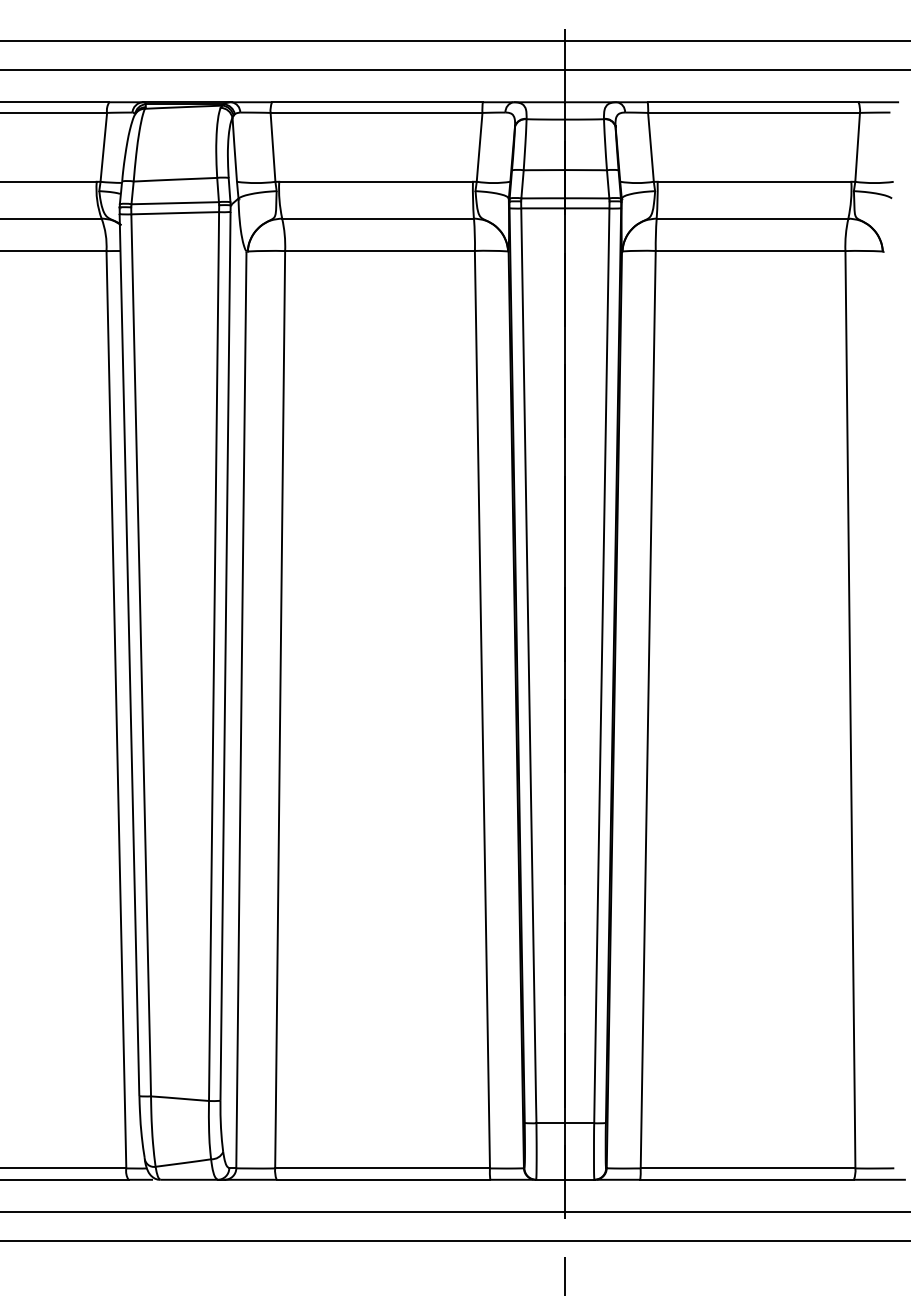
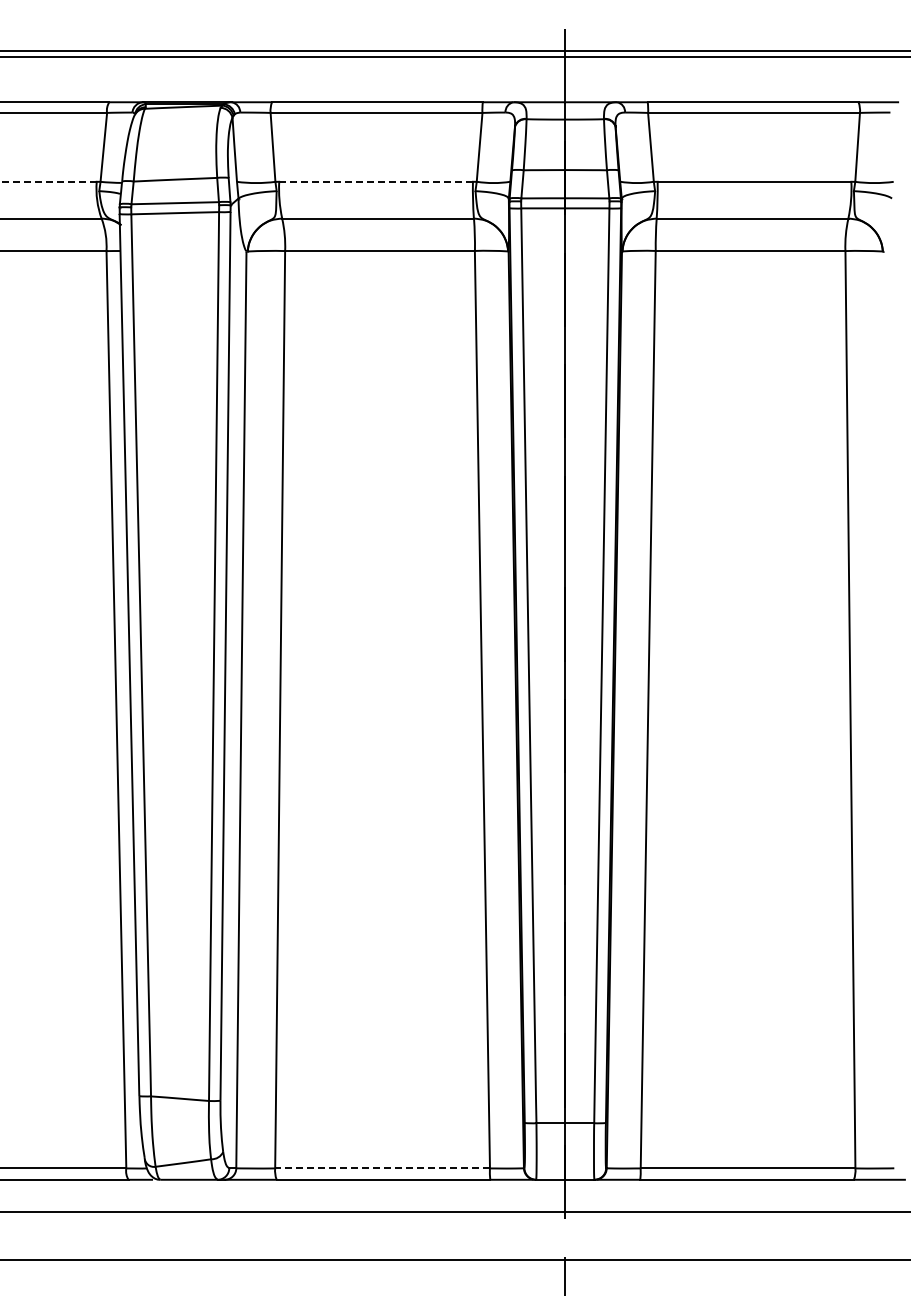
line at (454, 41) position: (454, 41) -> (454, 57)
line at (454, 69) position: (454, 69) -> (454, 50)
line at (48, 181): solid -> dashed
line at (376, 181): solid -> dashed
line at (382, 1168): solid -> dashed
line at (454, 1240) position: (454, 1240) -> (454, 1259)
